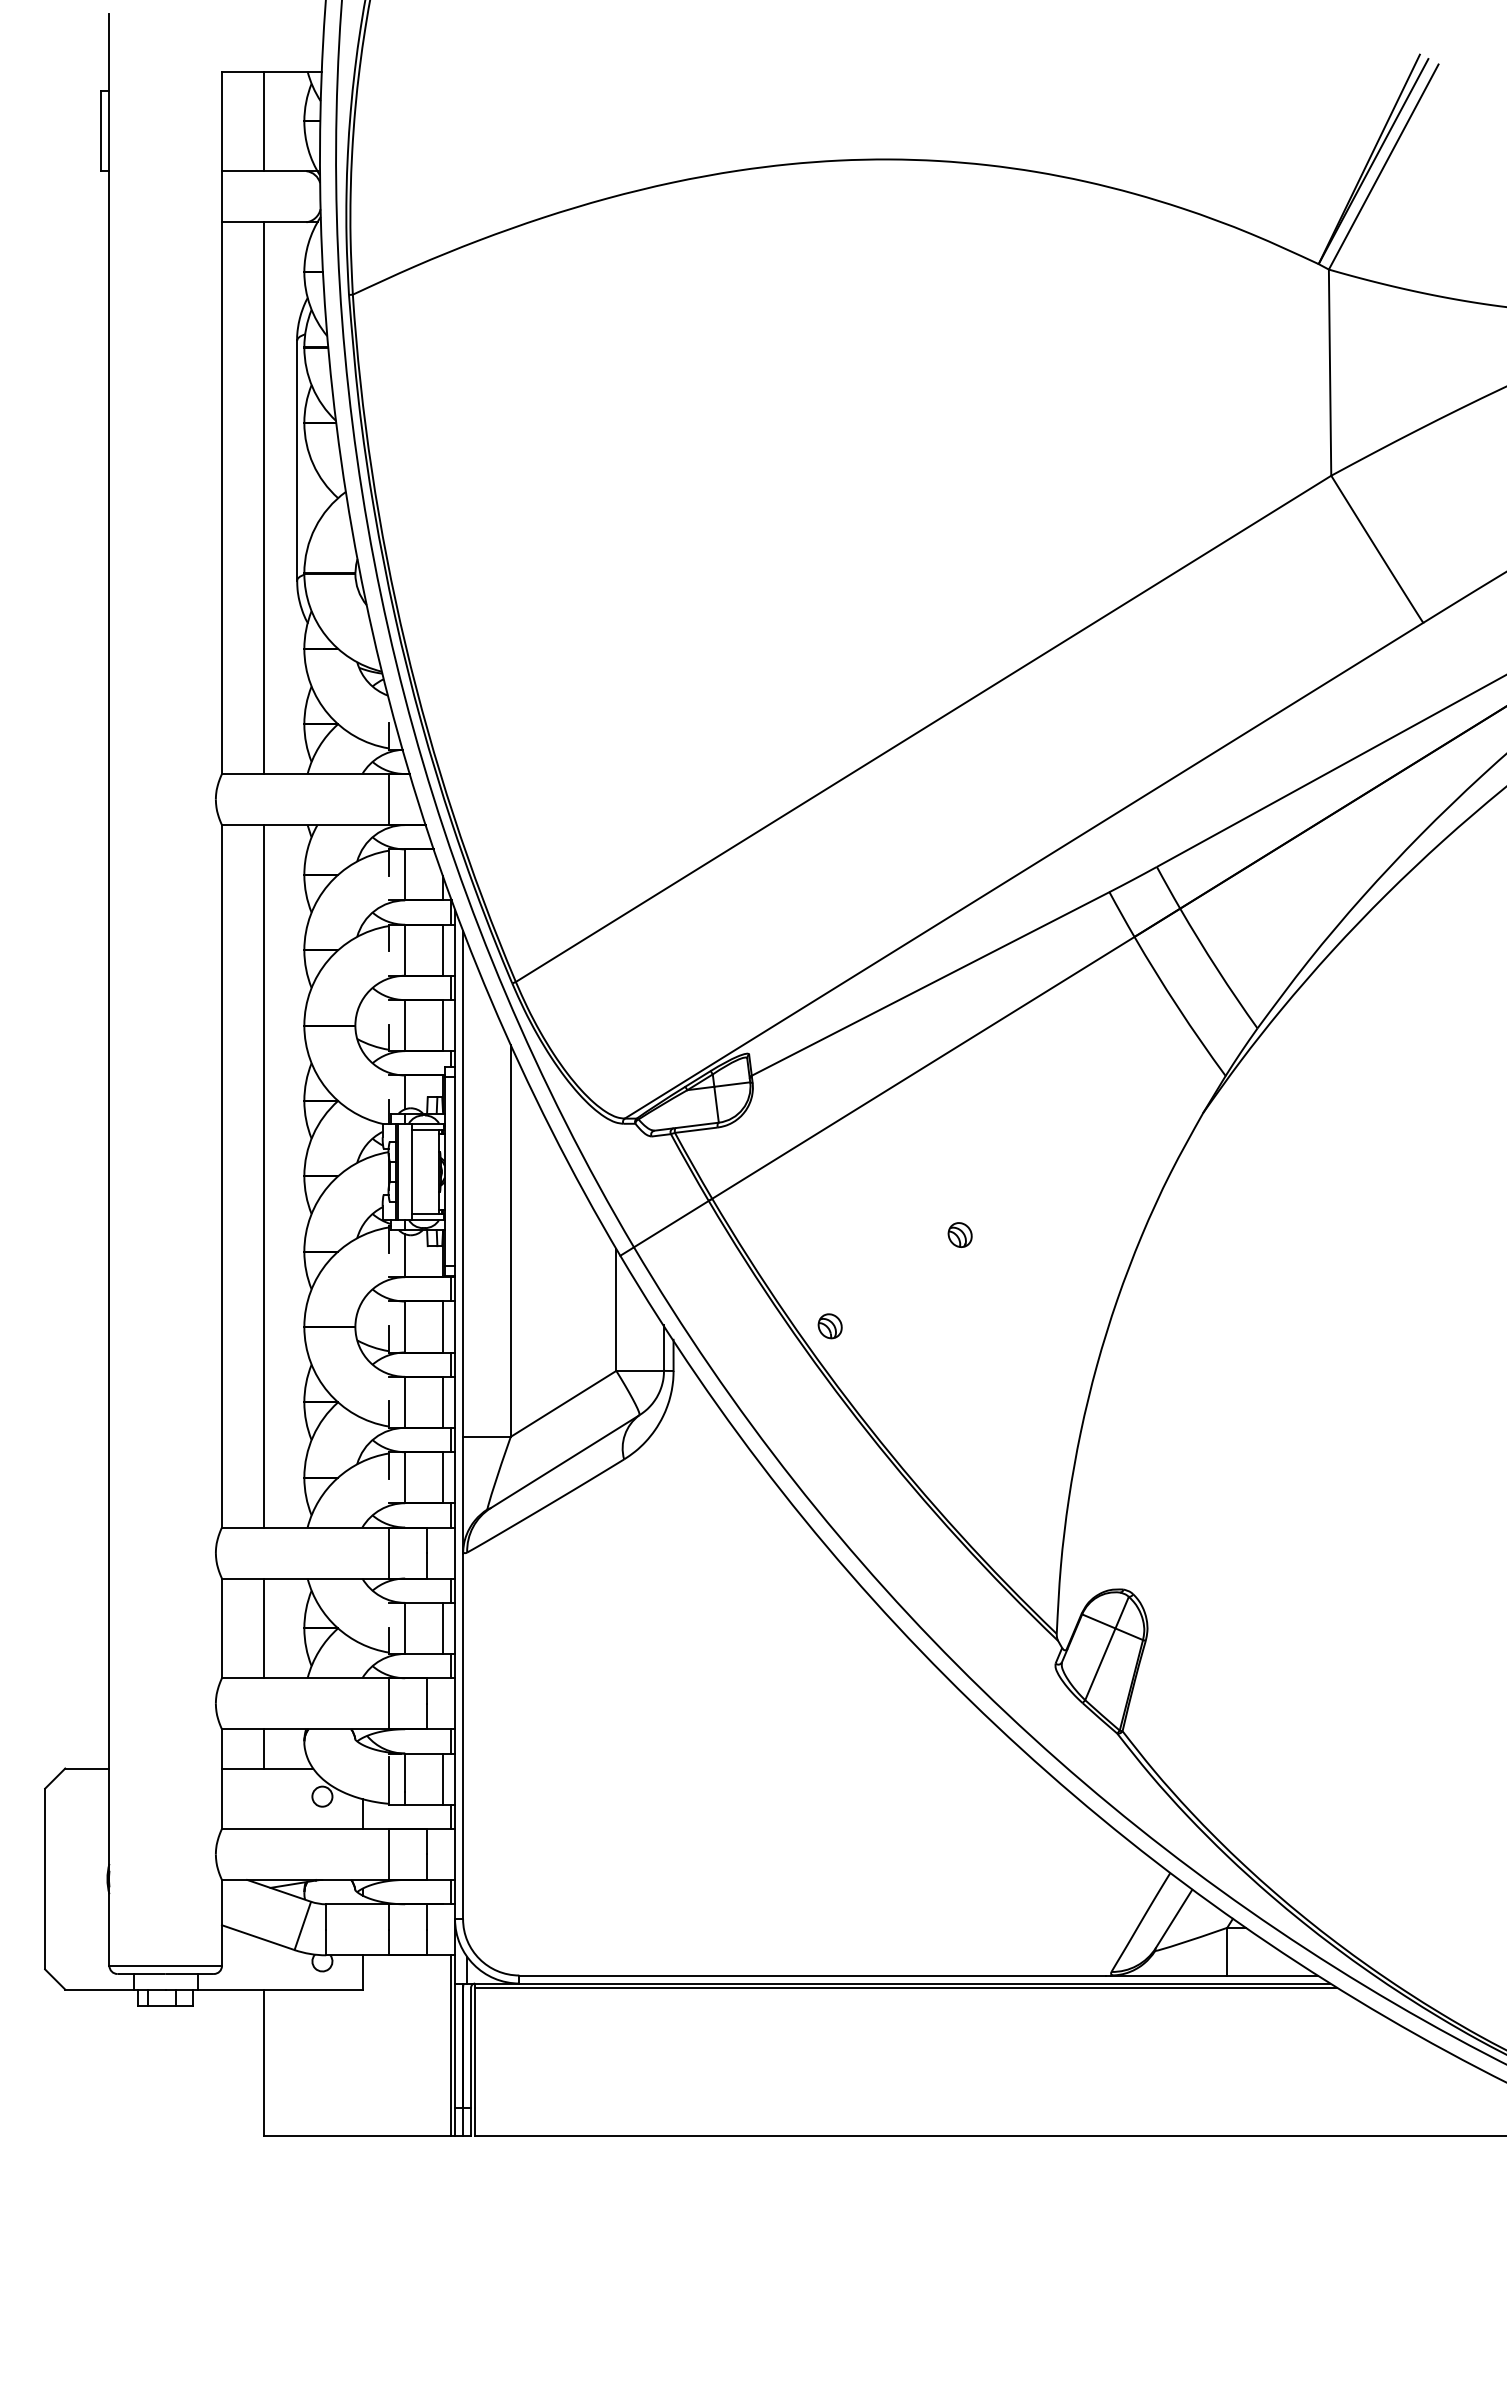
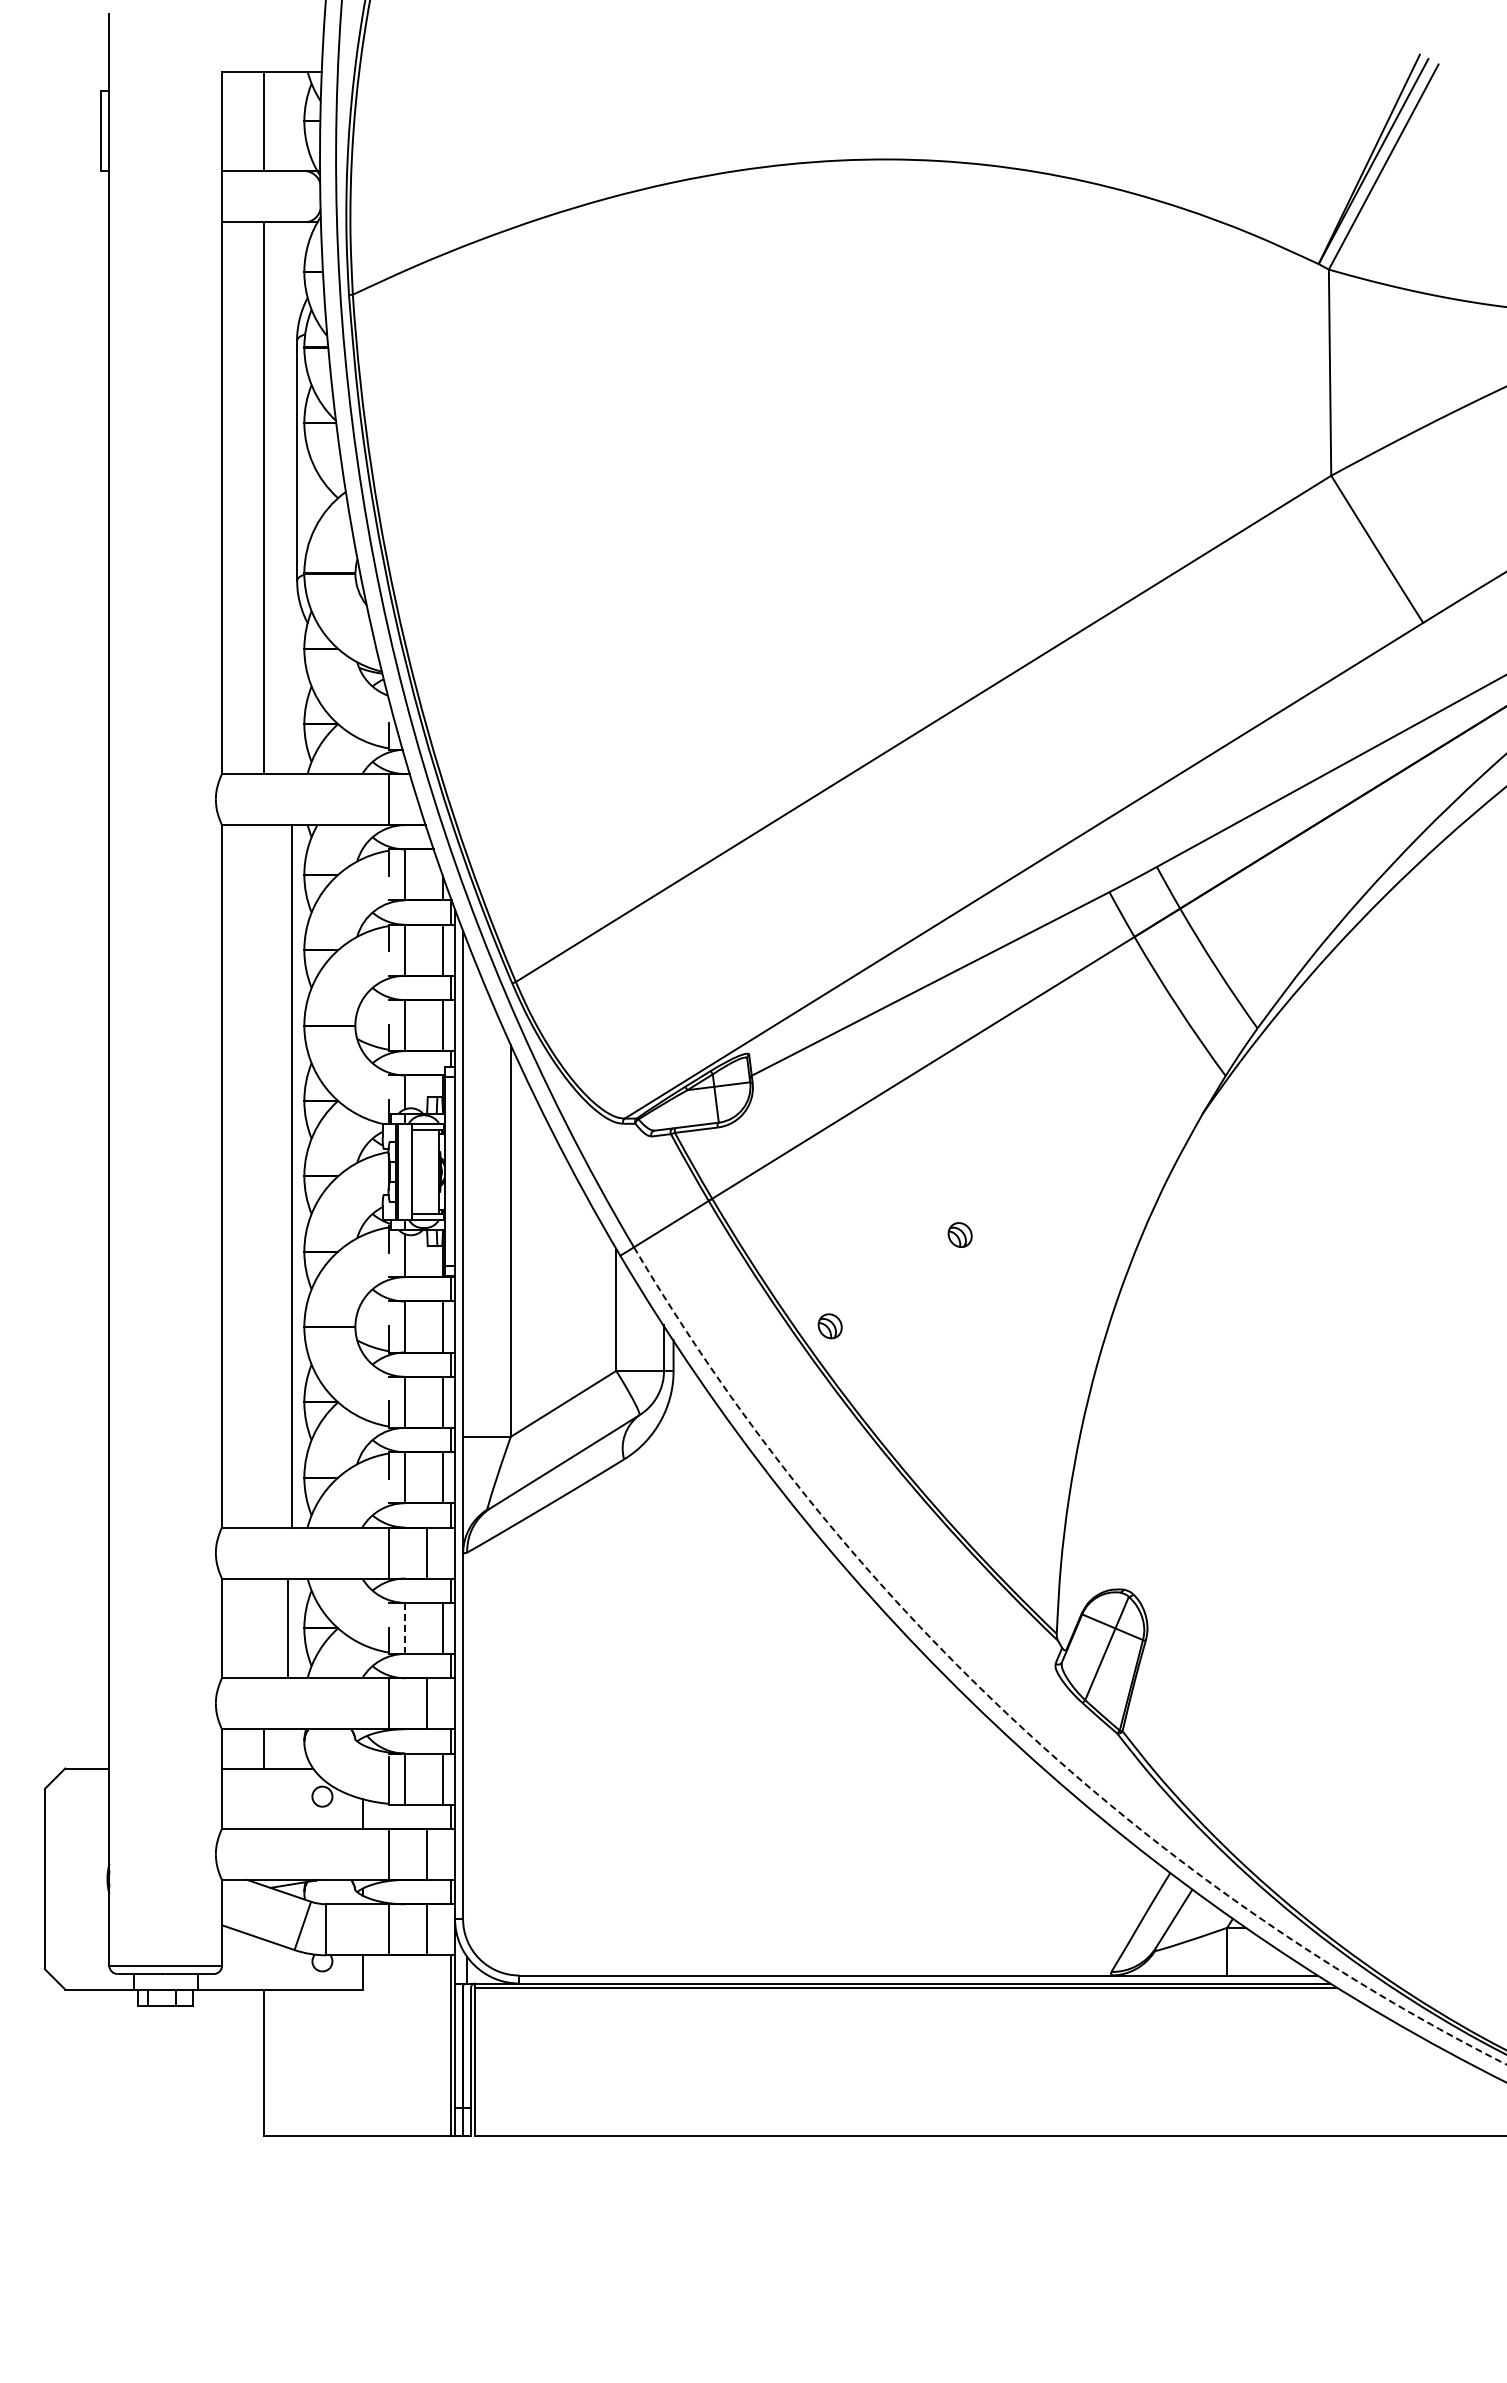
line at (264, 1176) position: (264, 1176) -> (292, 1176)
line at (264, 1628) position: (264, 1628) -> (288, 1628)
line at (405, 1628): solid -> dashed
arc at (1011, 1717): solid -> dashed
